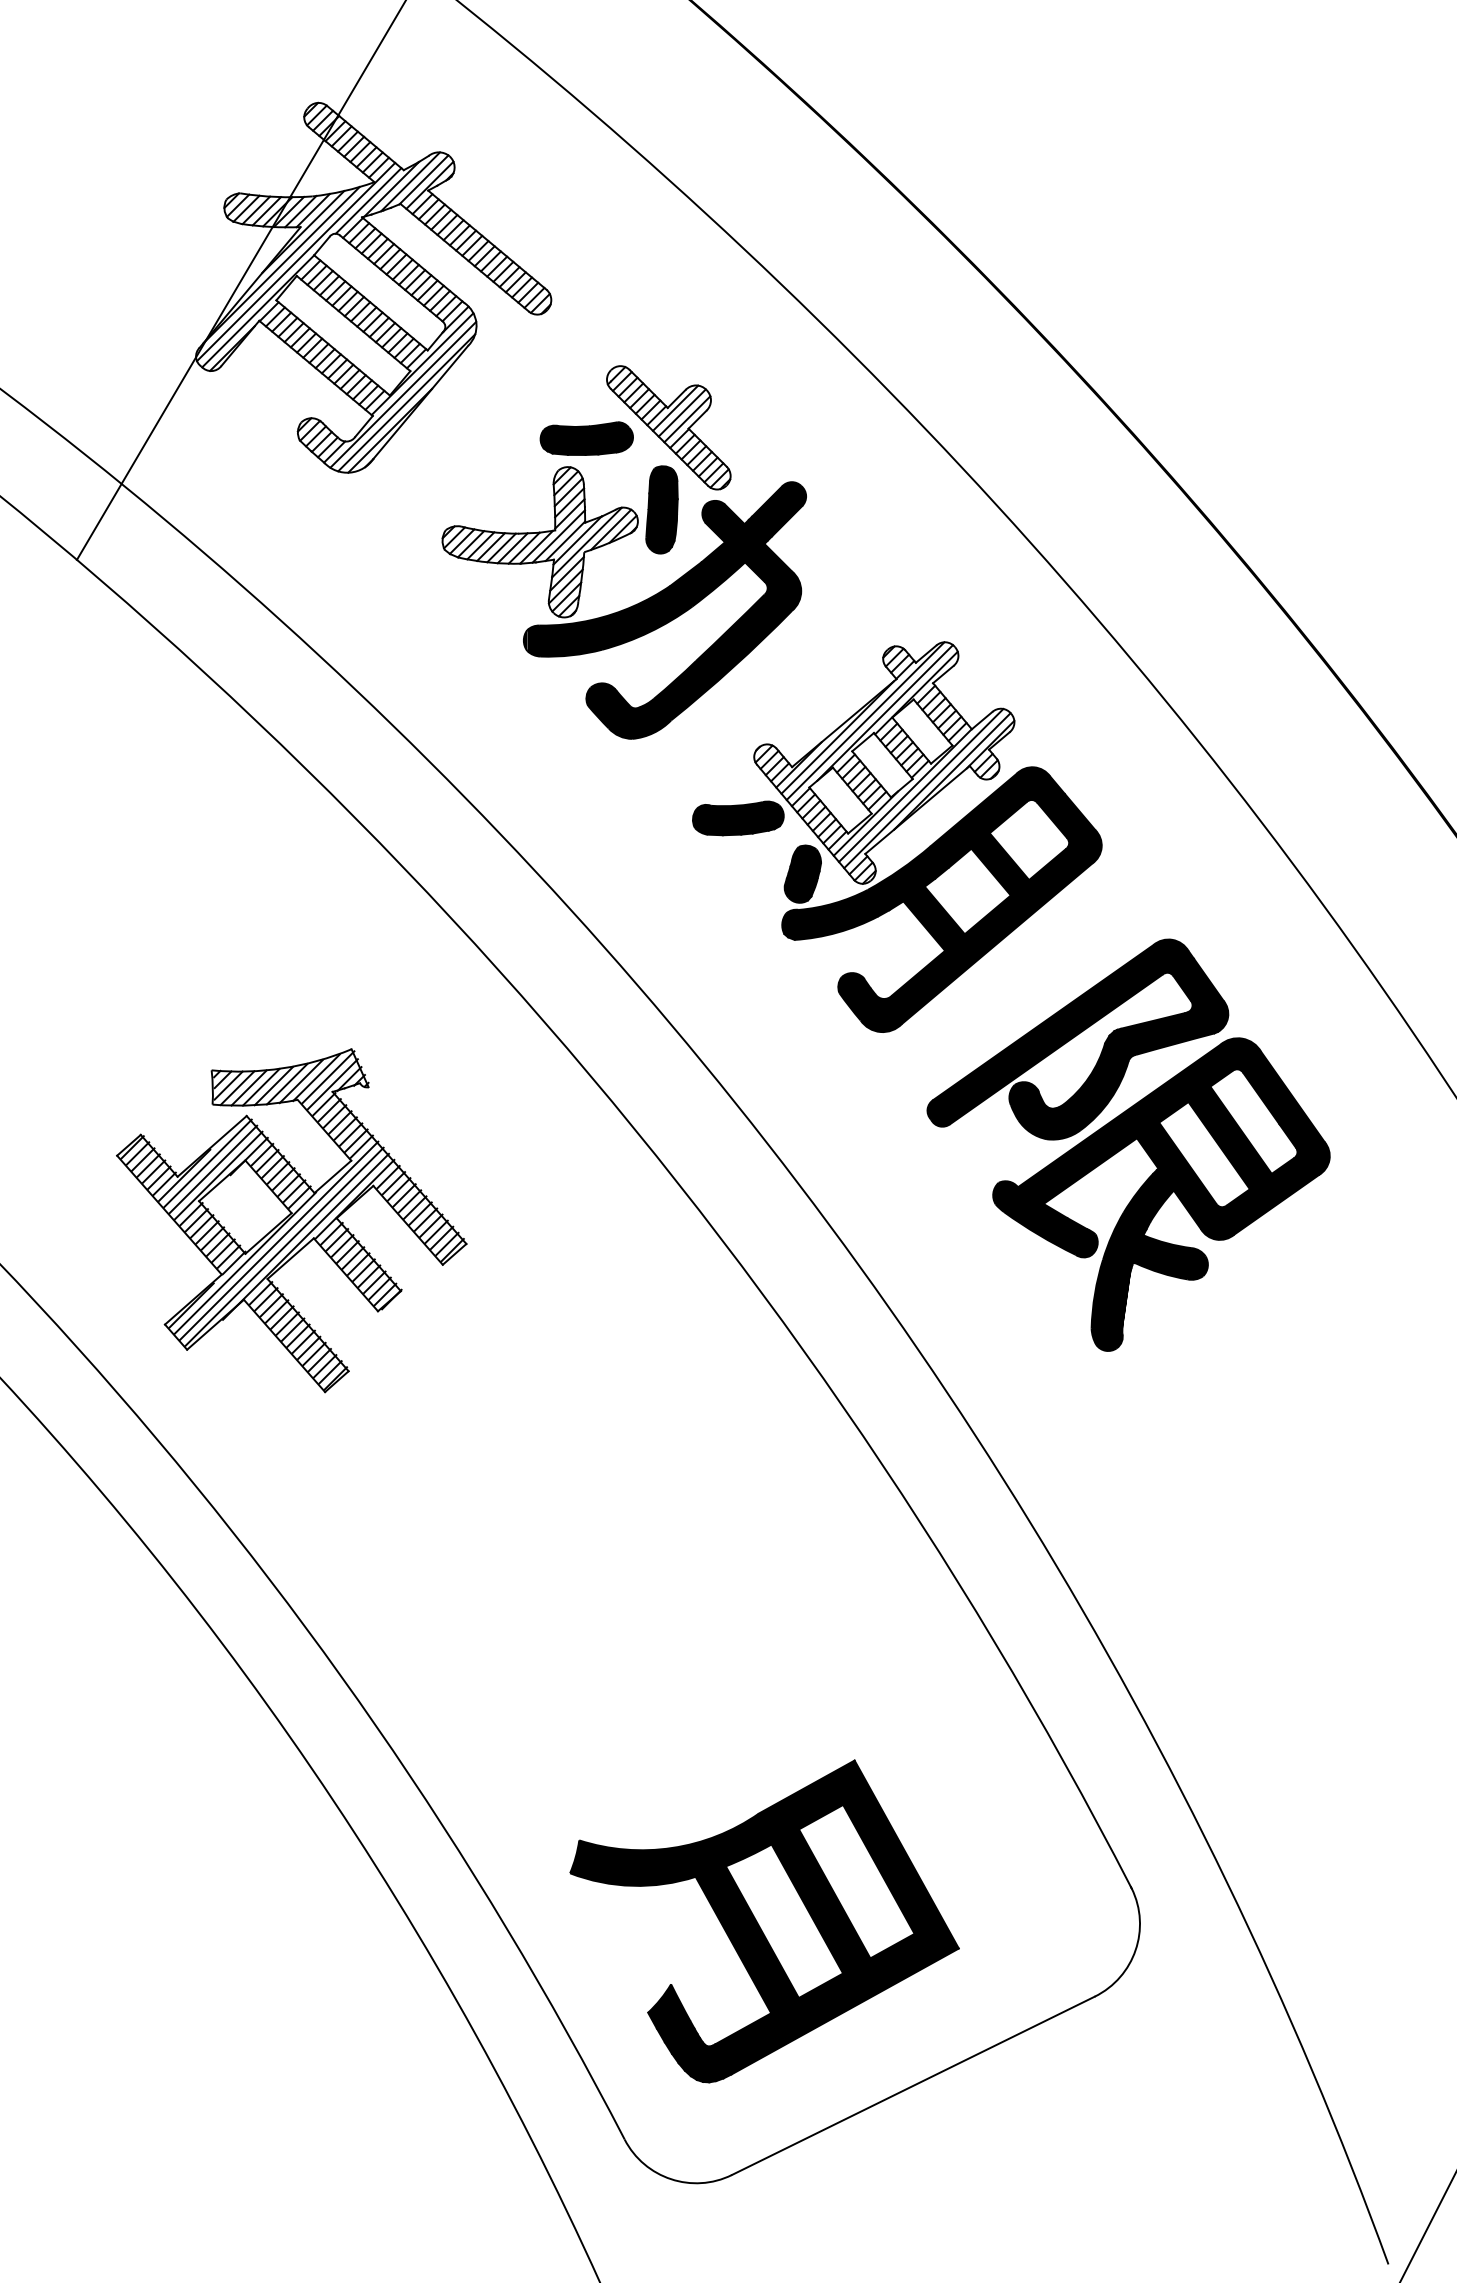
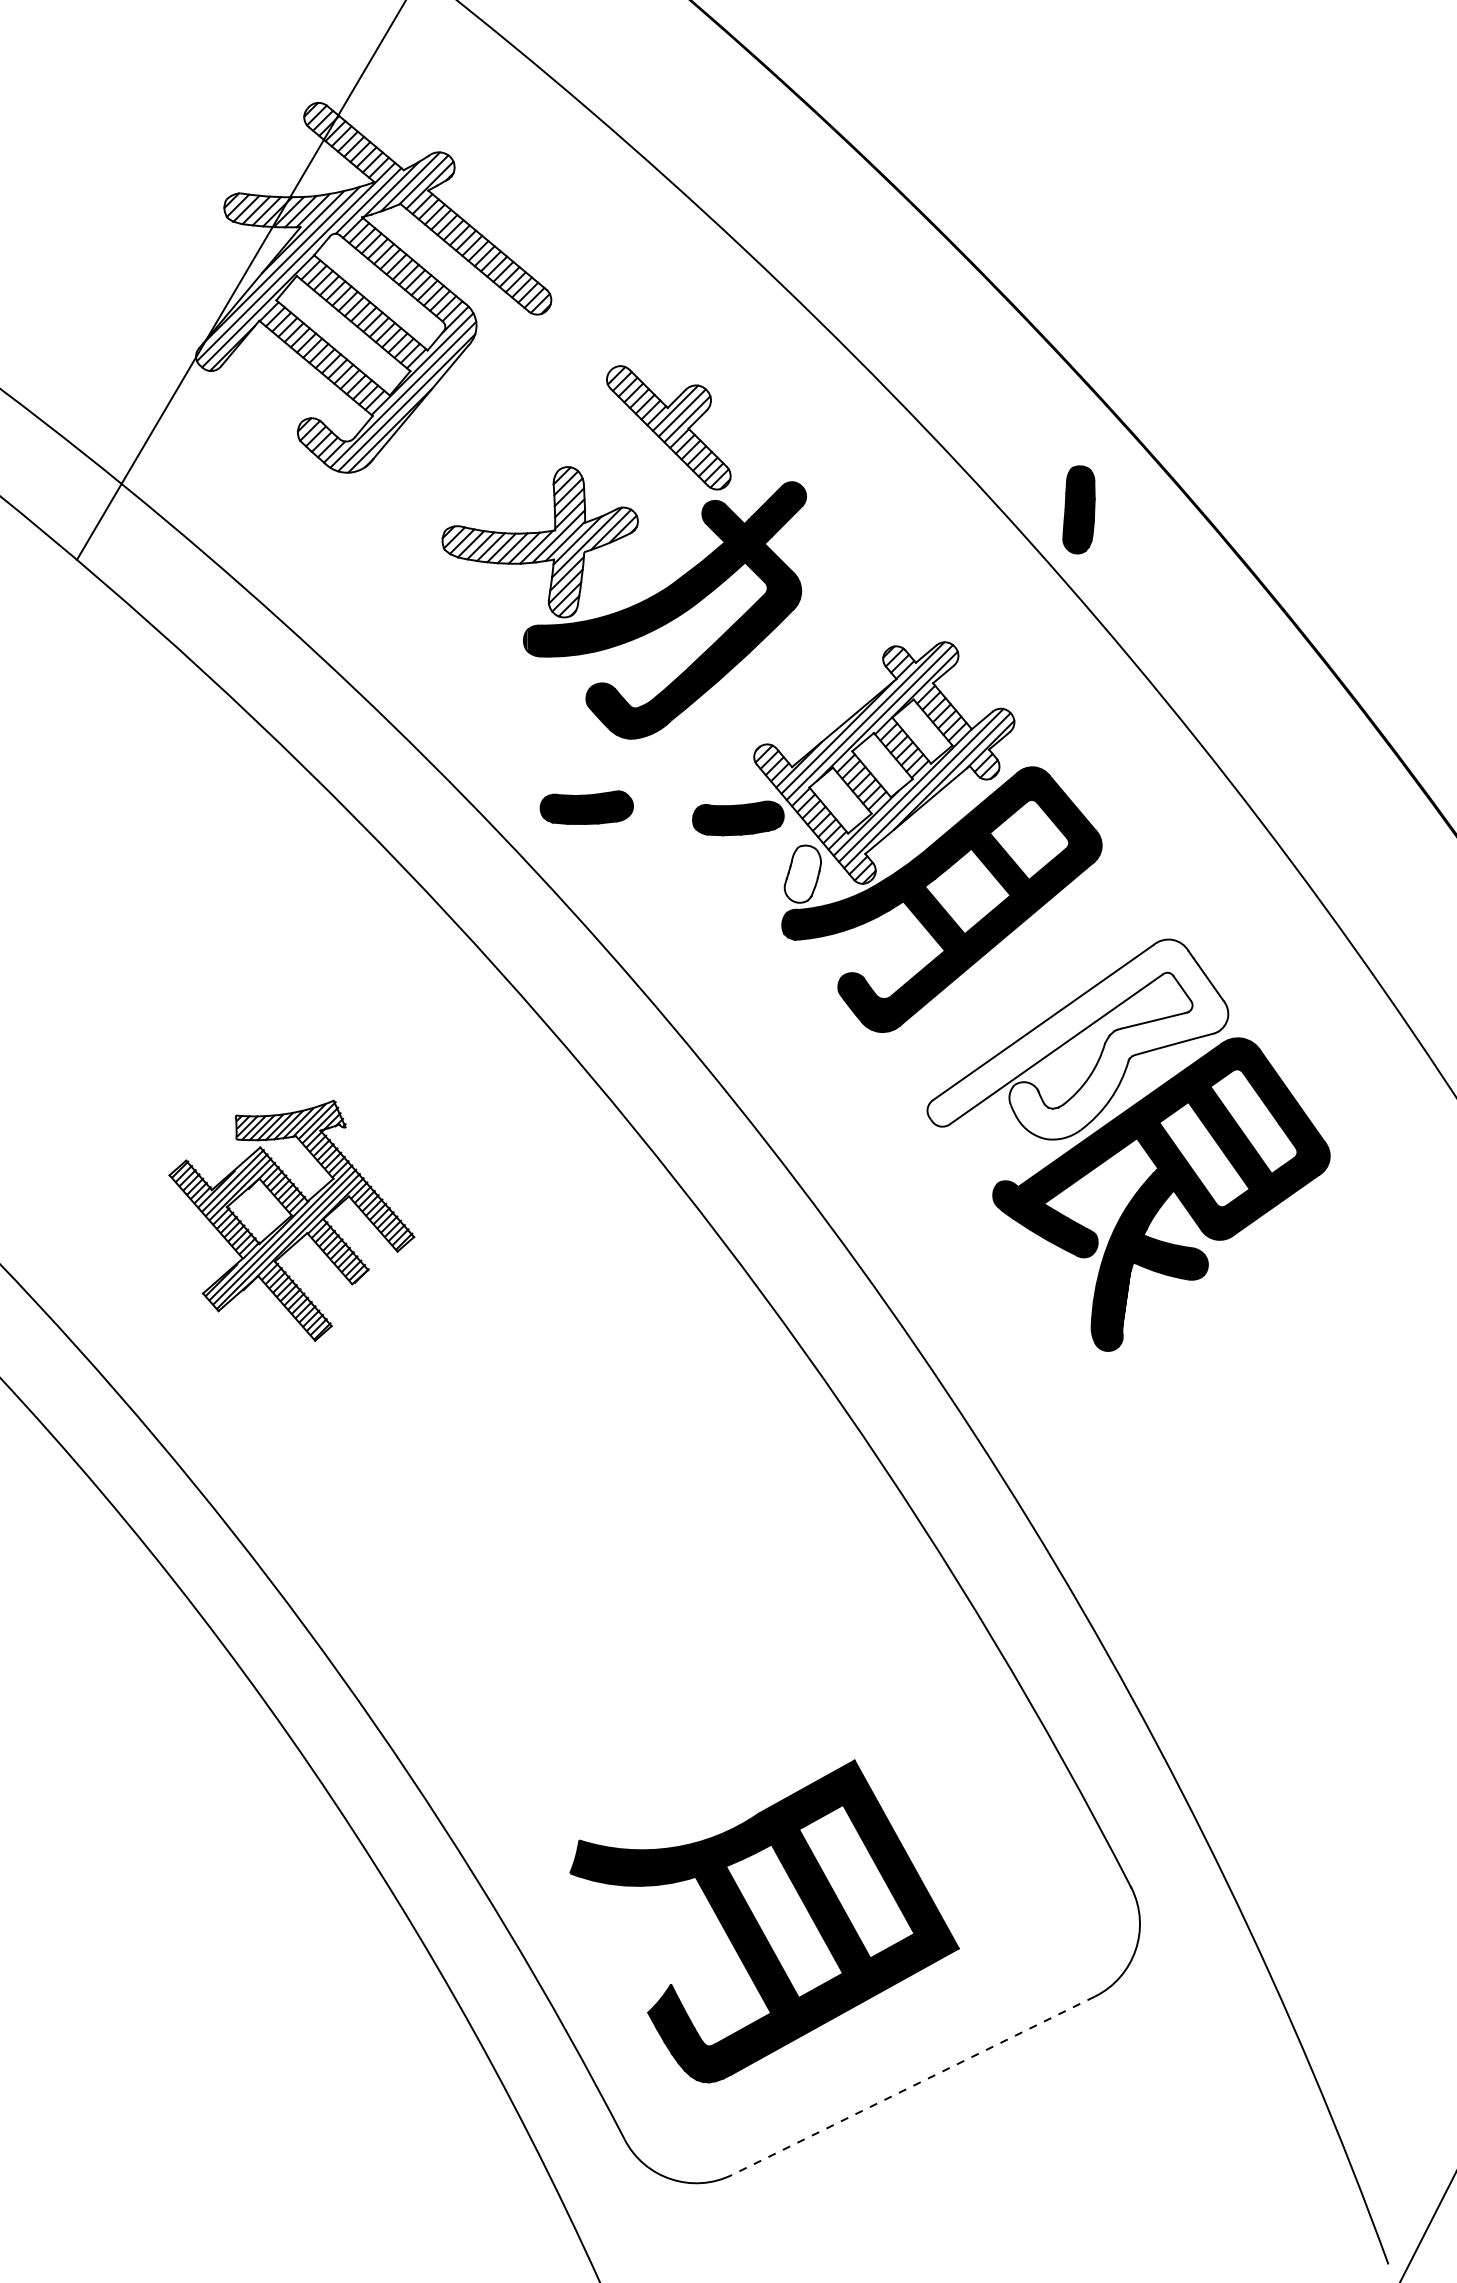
part at (586, 438) position: (586, 438) -> (586, 807)
part at (661, 509) position: (661, 509) -> (1078, 509)
fill at (802, 873): present -> none
fill at (1077, 1039): present -> none
part at (291, 1220) size: 352x346 px -> 248x243 px
line at (912, 2086): solid -> dashed
